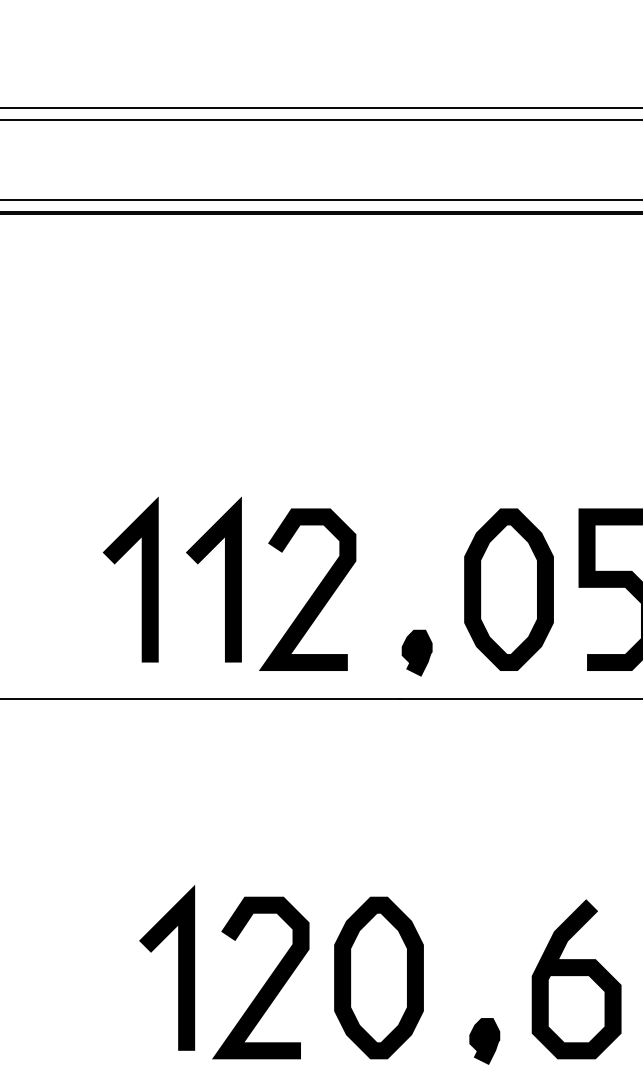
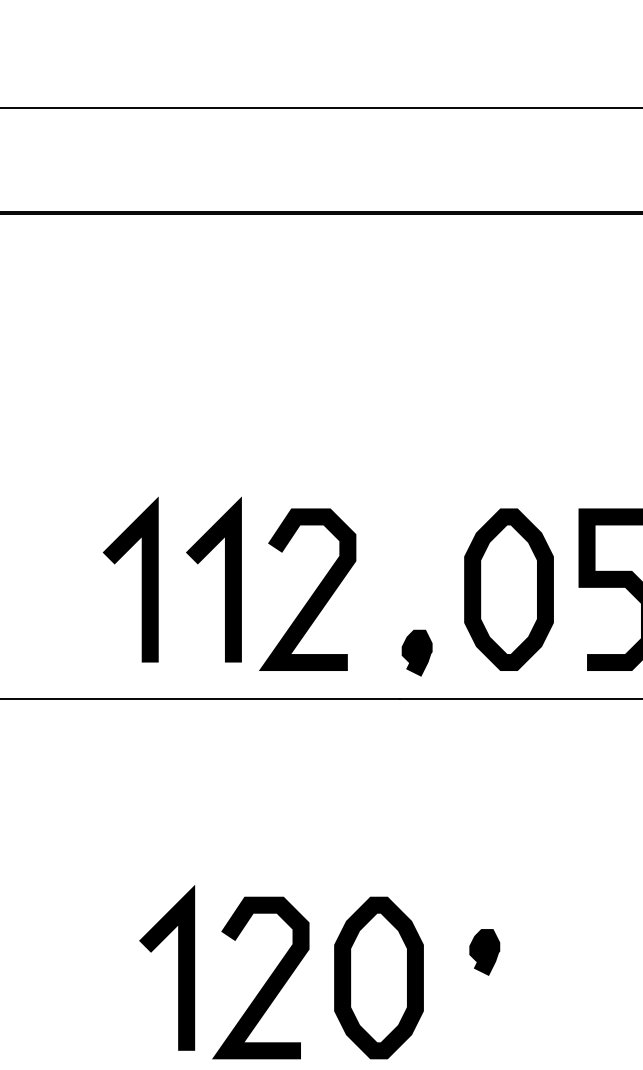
line at (320, 119): present -> none
line at (320, 200): present -> none
curve at (576, 976): present -> none
part at (484, 1041) position: (484, 1041) -> (484, 952)
